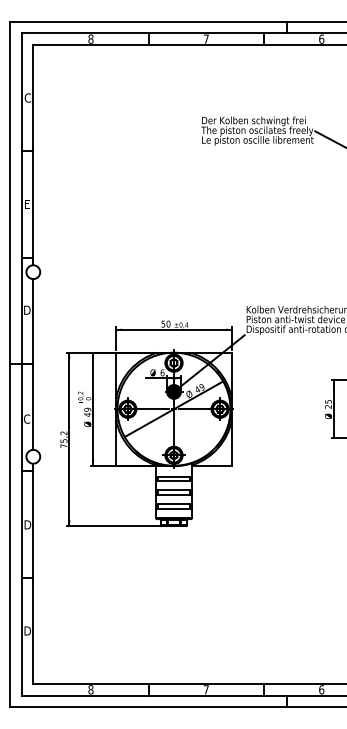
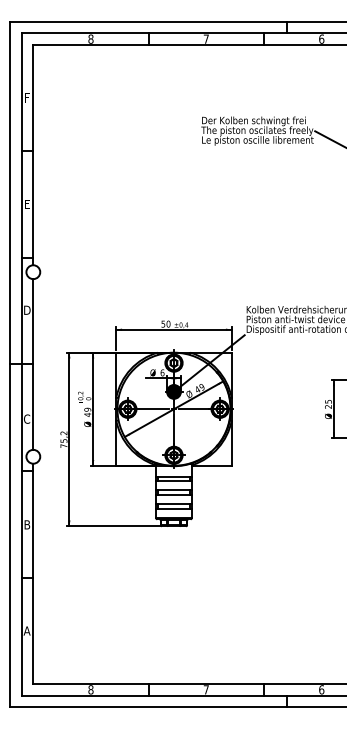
text at (27, 97): C -> F
text at (28, 524): D -> B
text at (26, 630): D -> A
